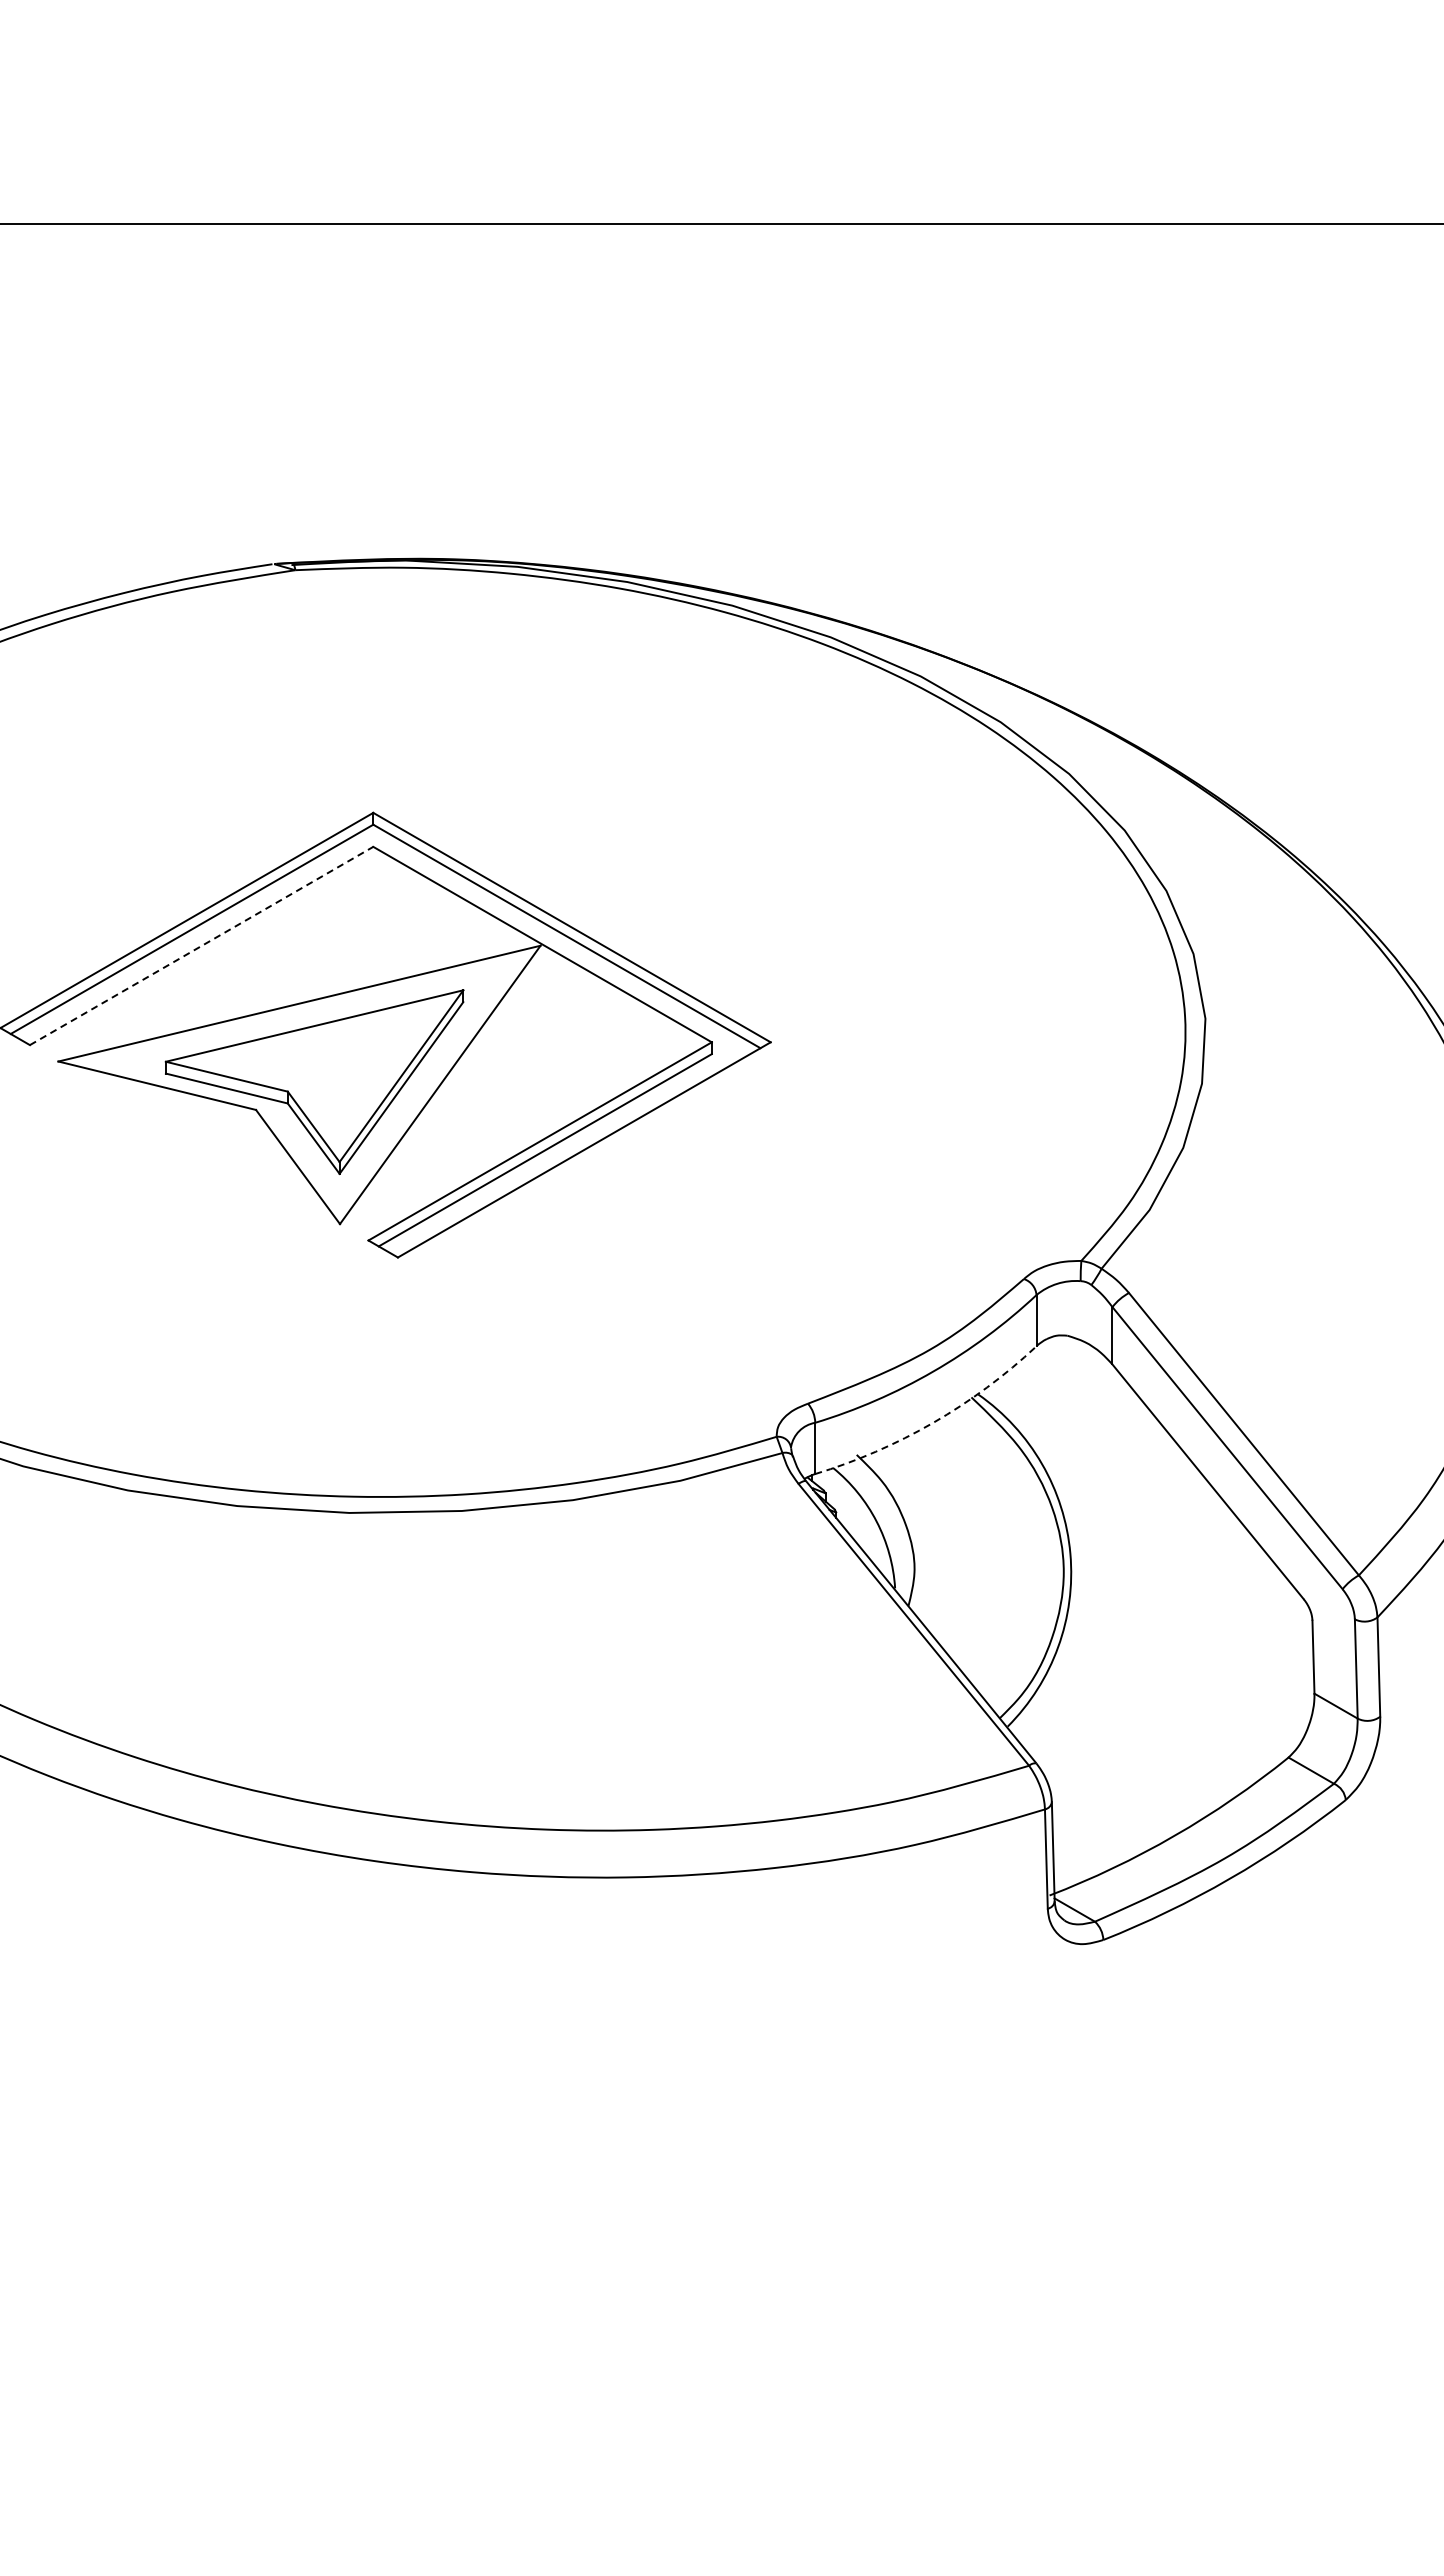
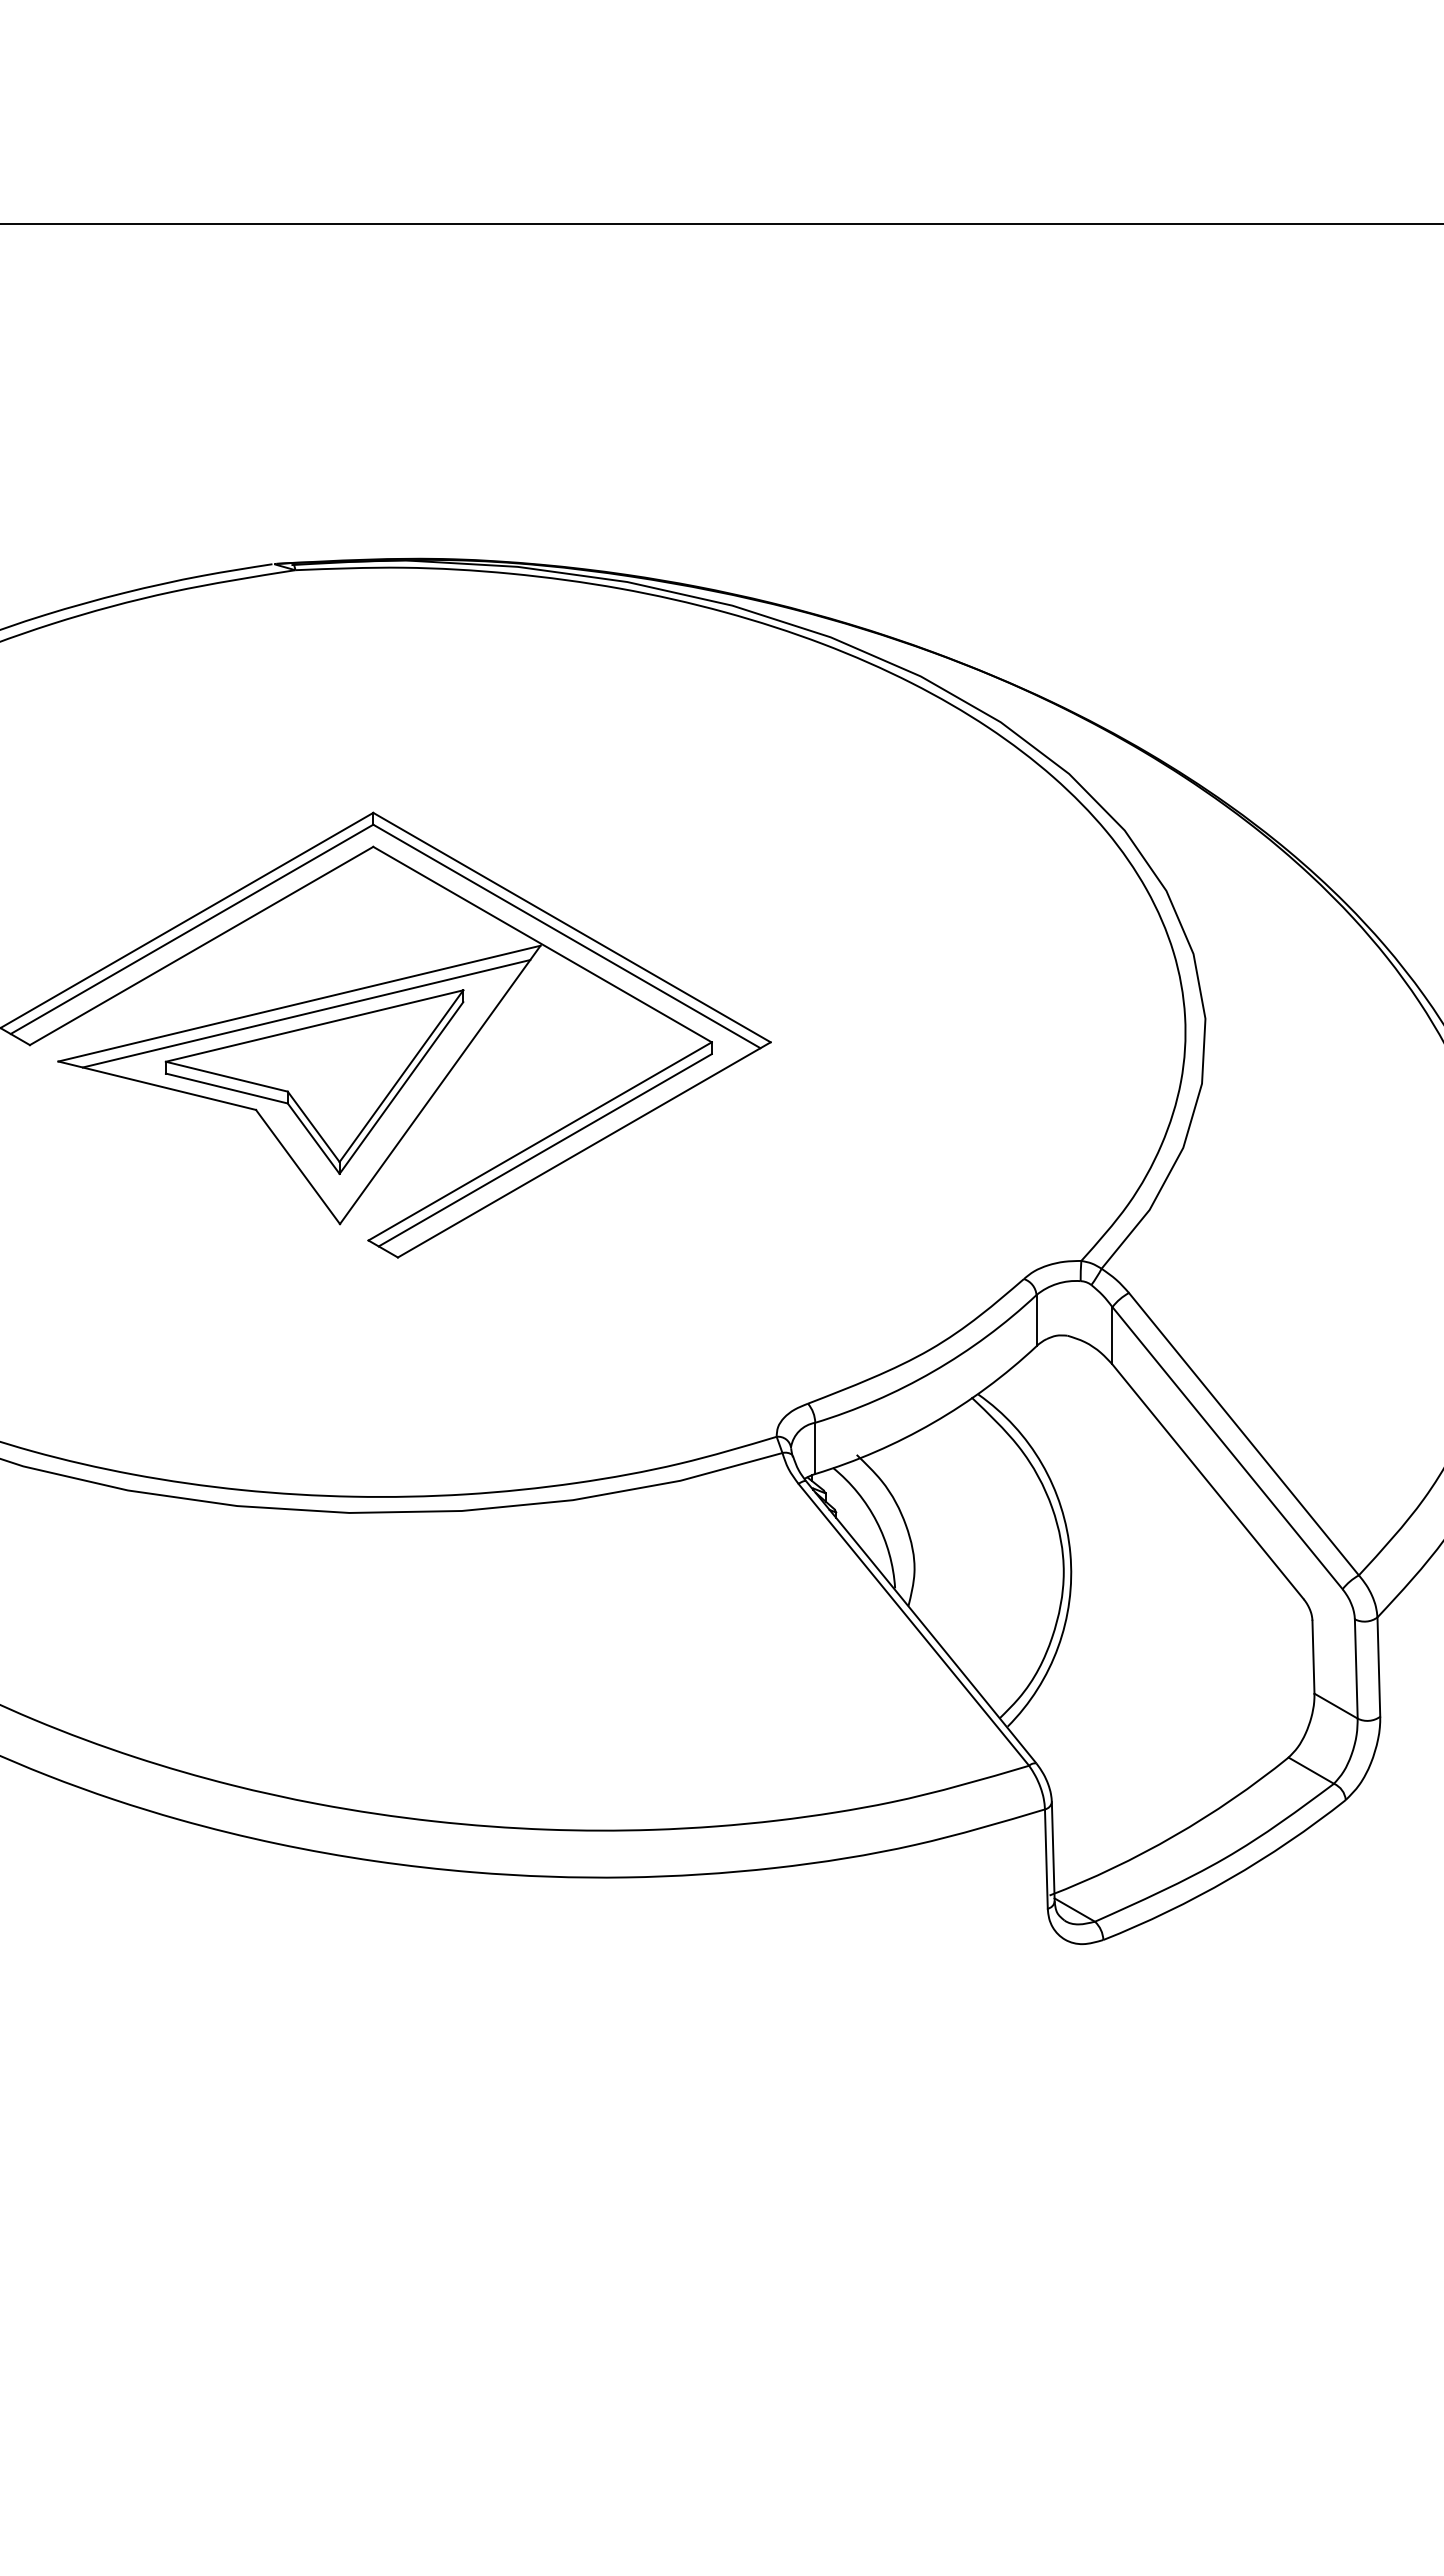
line at (202, 945): dashed -> solid
line at (306, 1013): none -> present
arc at (933, 1422): dashed -> solid
